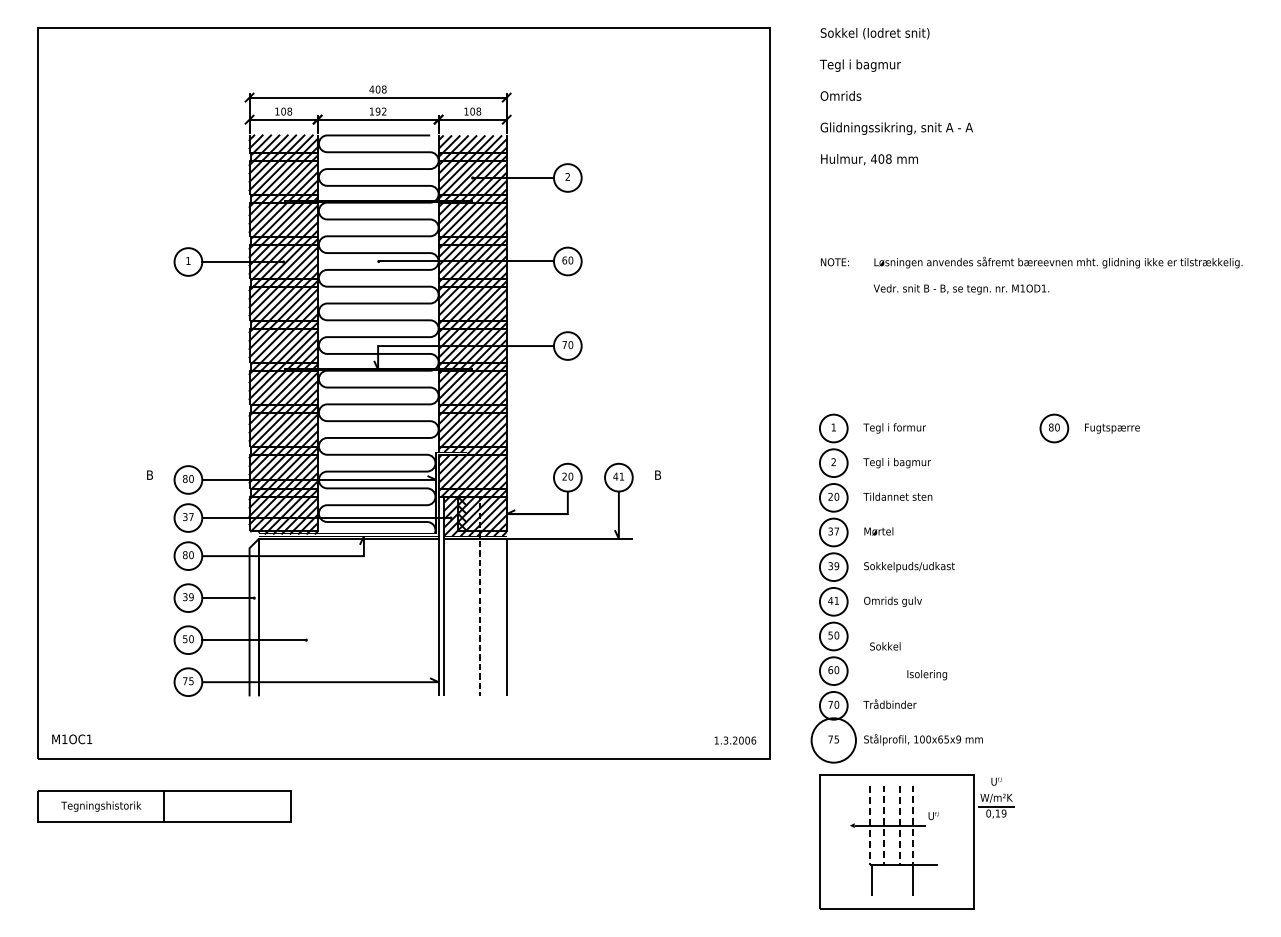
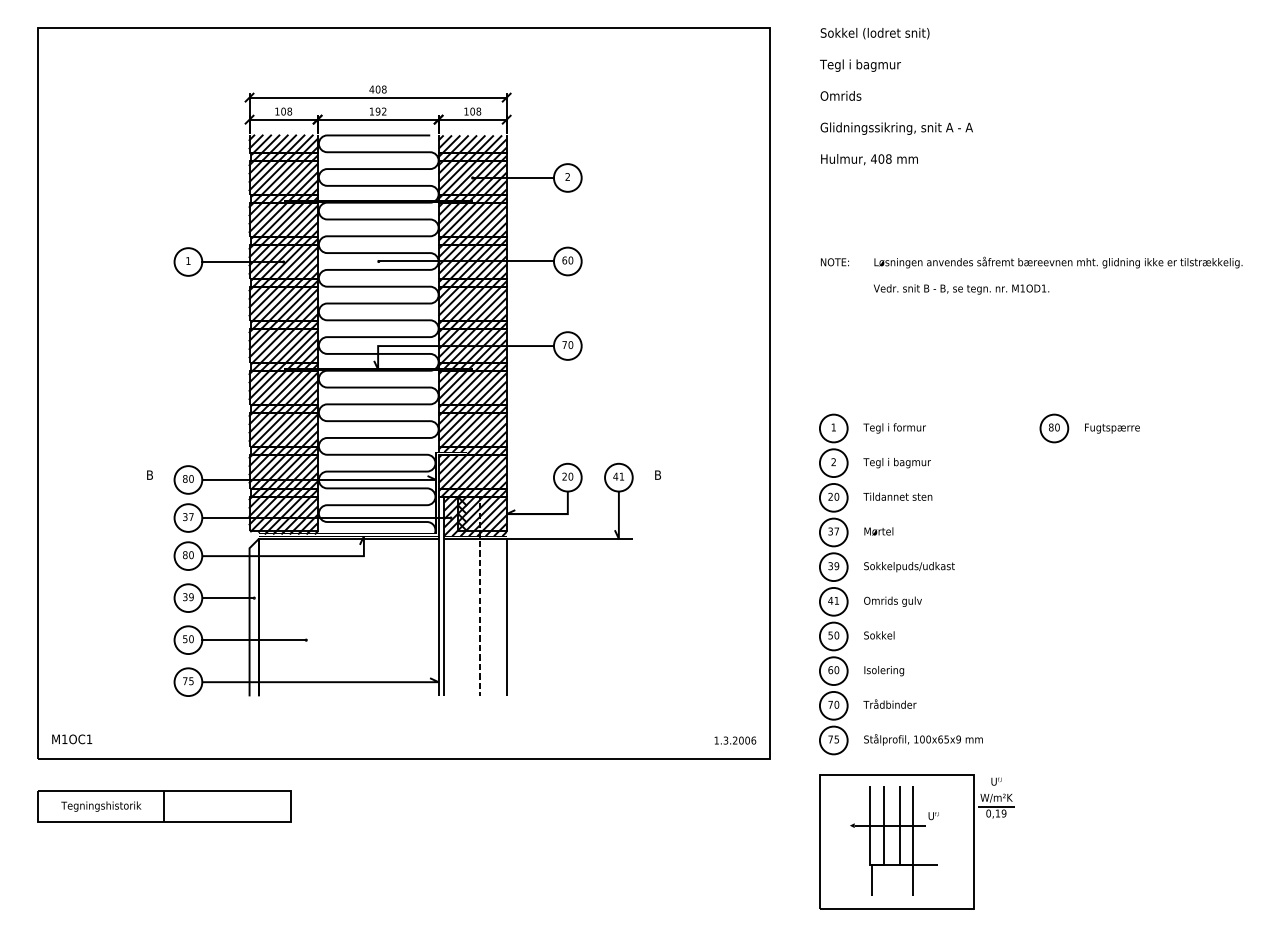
text at (885, 646) position: (885, 646) -> (879, 635)
text at (927, 675) position: (927, 675) -> (884, 671)
circle at (833, 740) diameter: 44 px -> 28 px
line at (877, 865): dashed -> solid
line at (906, 865): dashed -> solid
